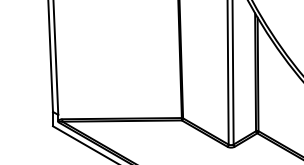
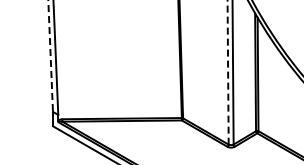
line at (50, 55): solid -> dashed
line at (228, 72): solid -> dashed
